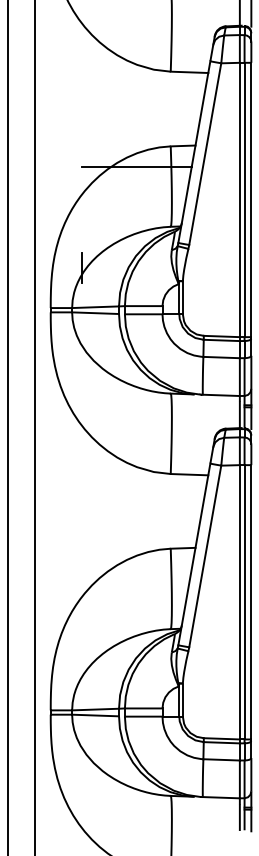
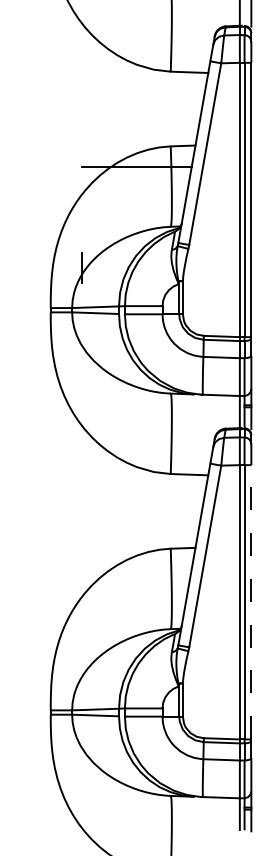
line at (7, 427): present -> none
line at (35, 427): present -> none
line at (251, 601): solid -> dashed
